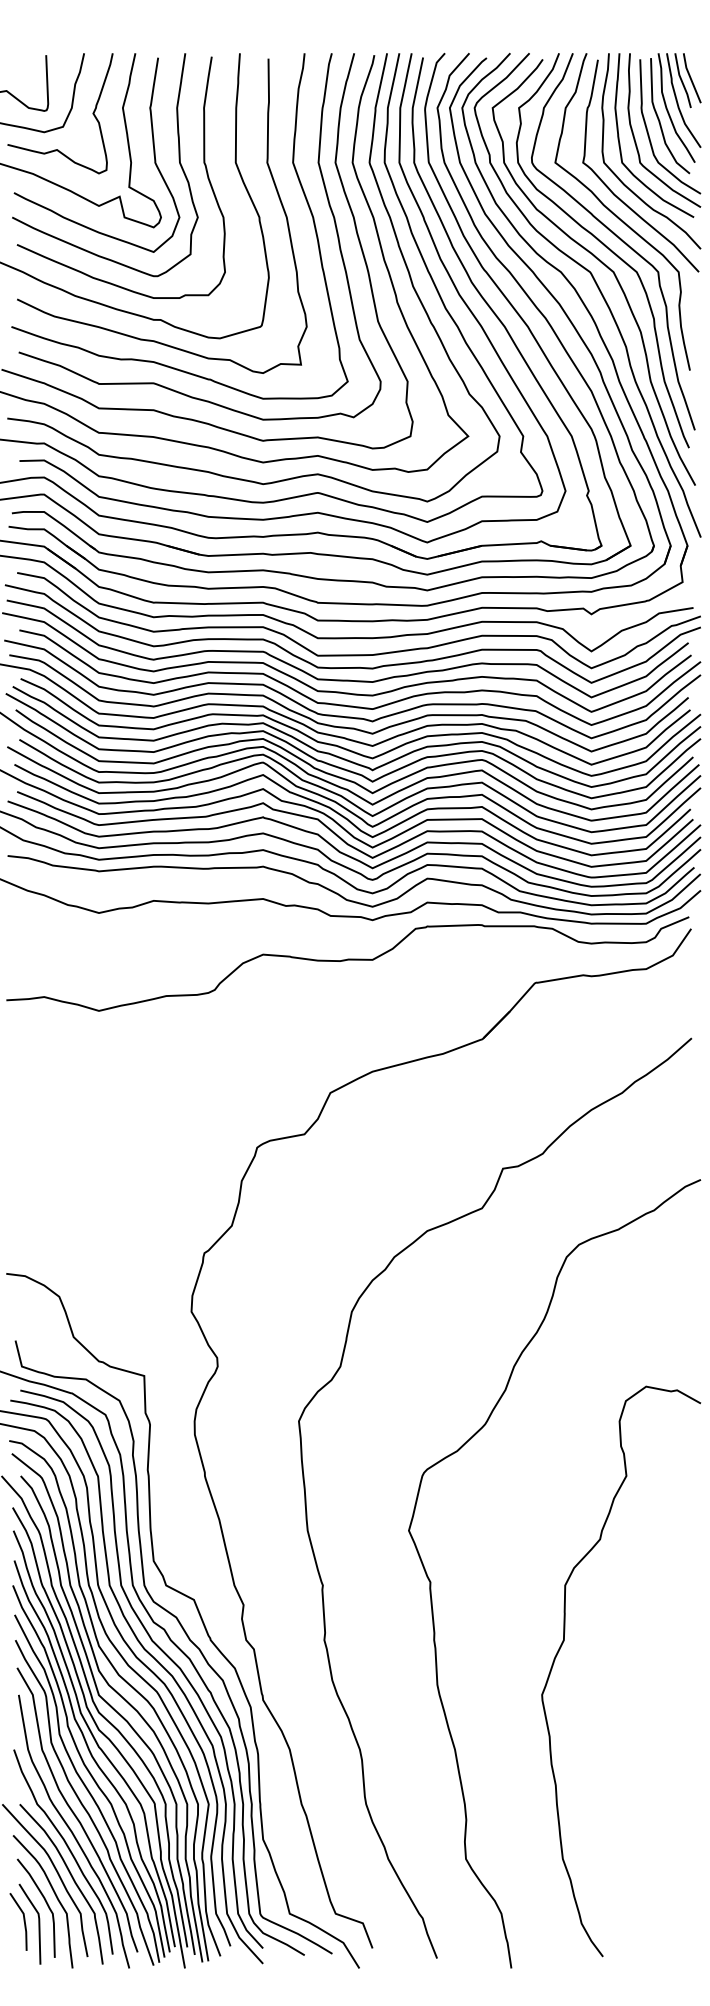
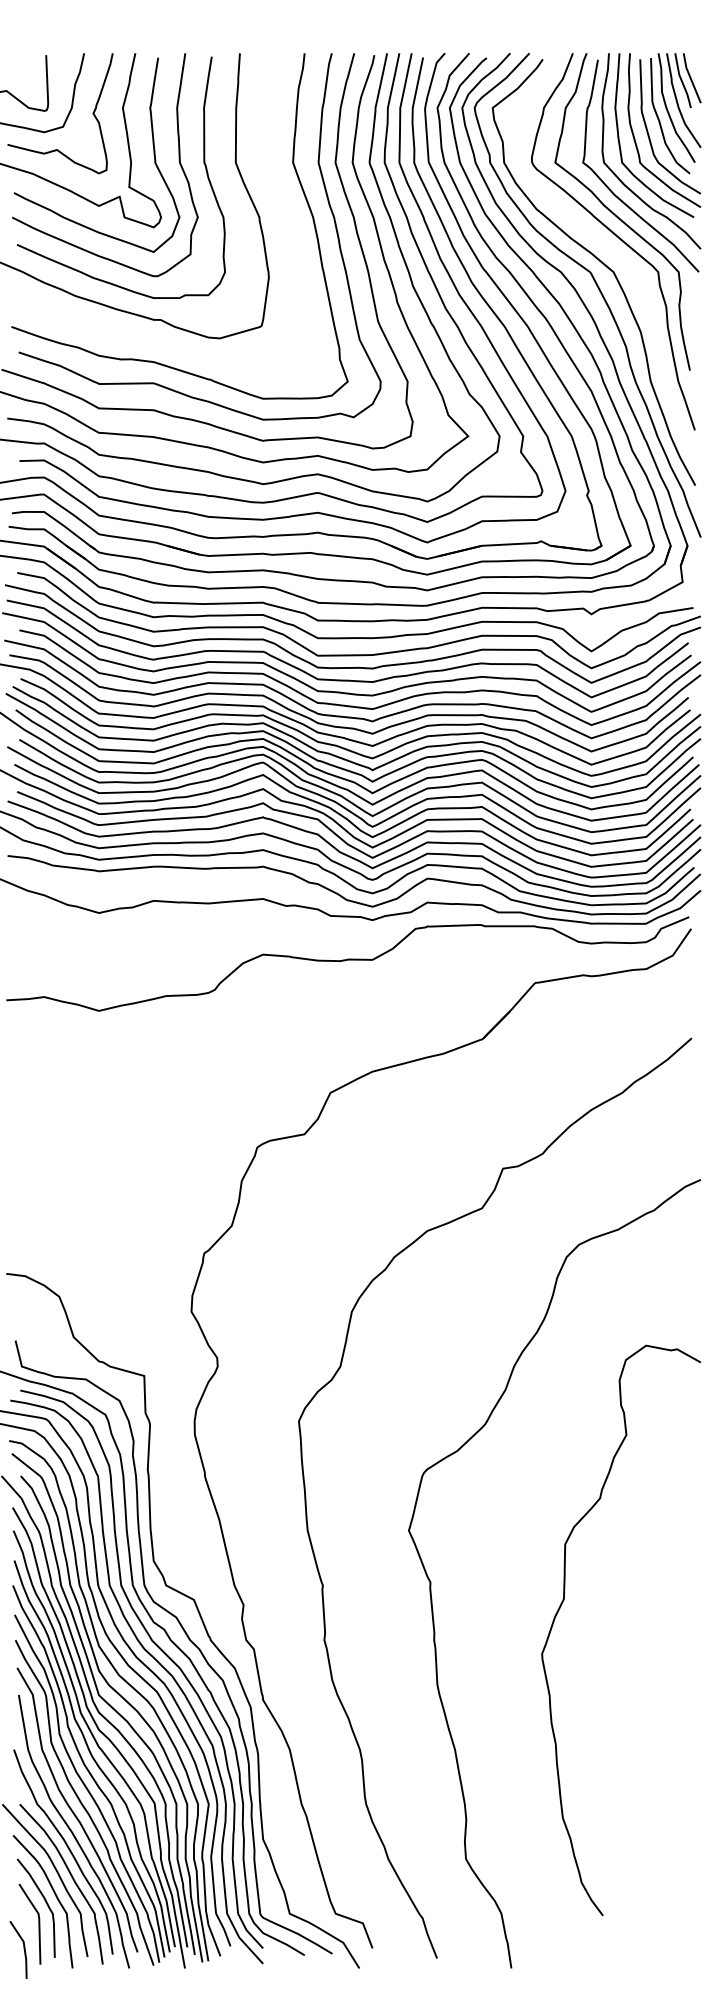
curve at (270, 175): present -> none
curve at (605, 247): present -> none
curve at (563, 1643) position: (563, 1643) -> (563, 1602)
line at (23, 1921) position: (23, 1921) -> (23, 1949)
